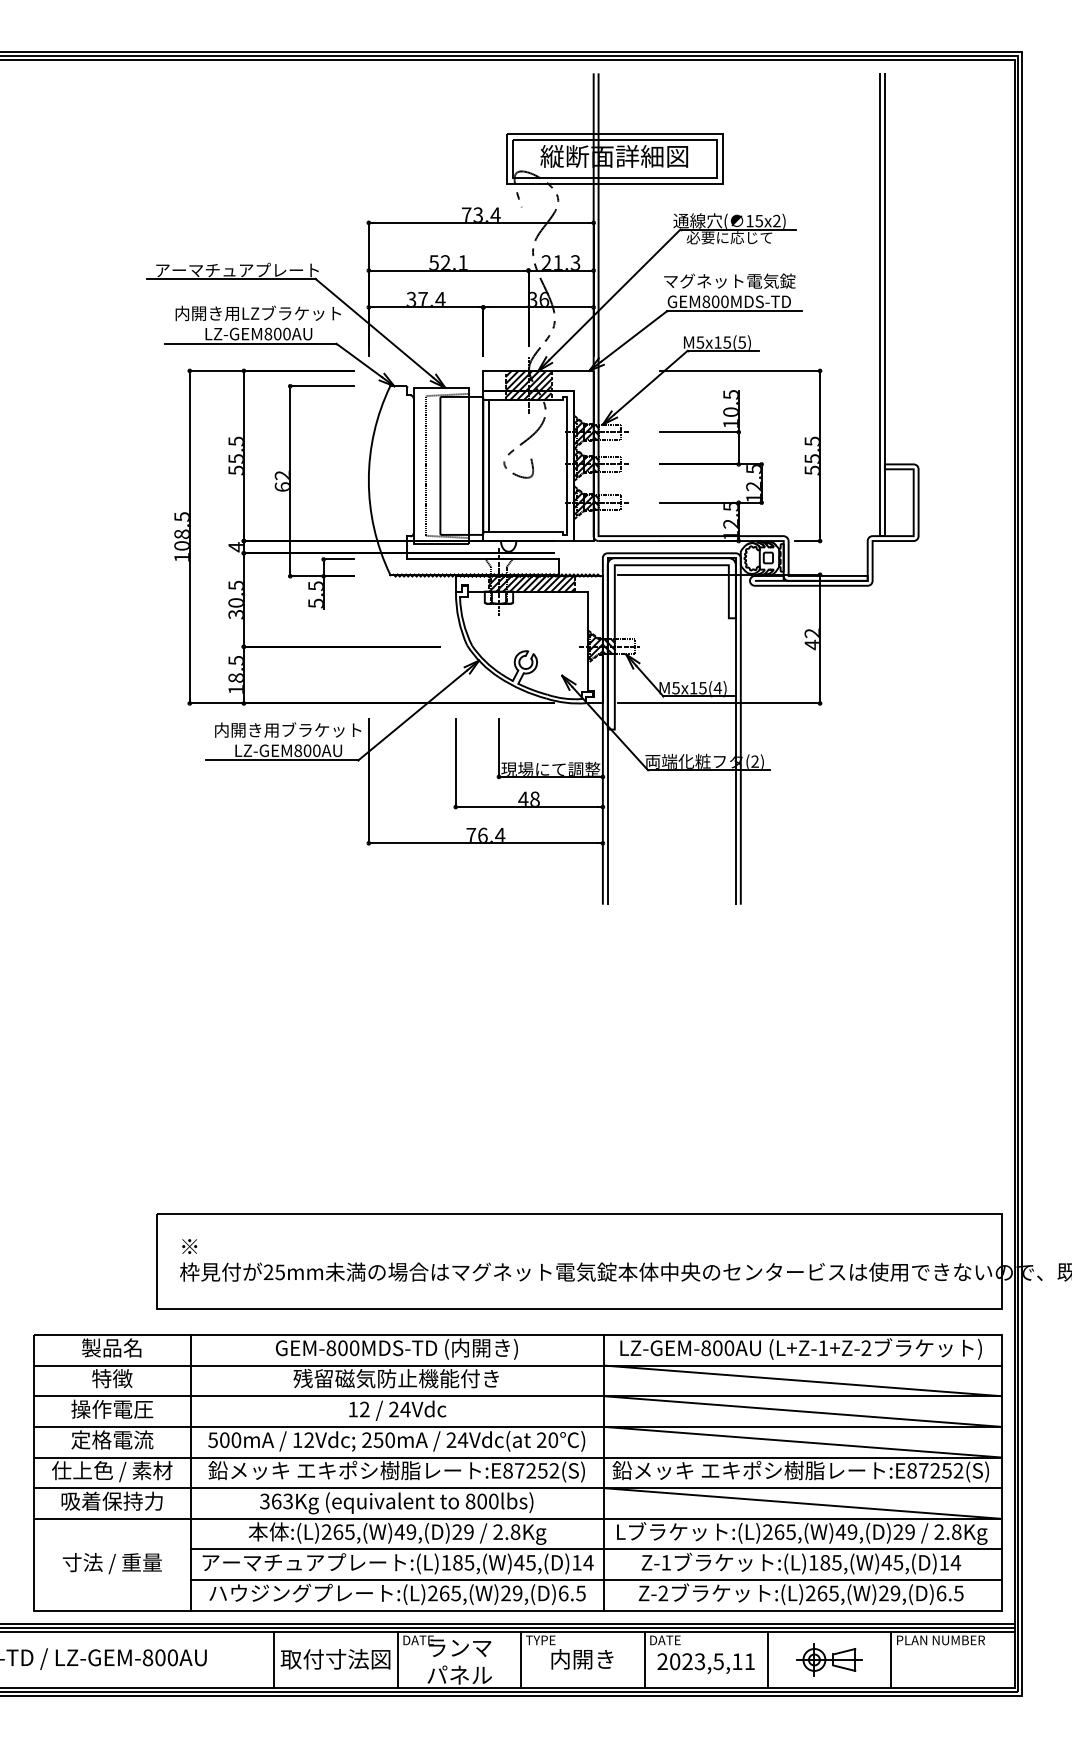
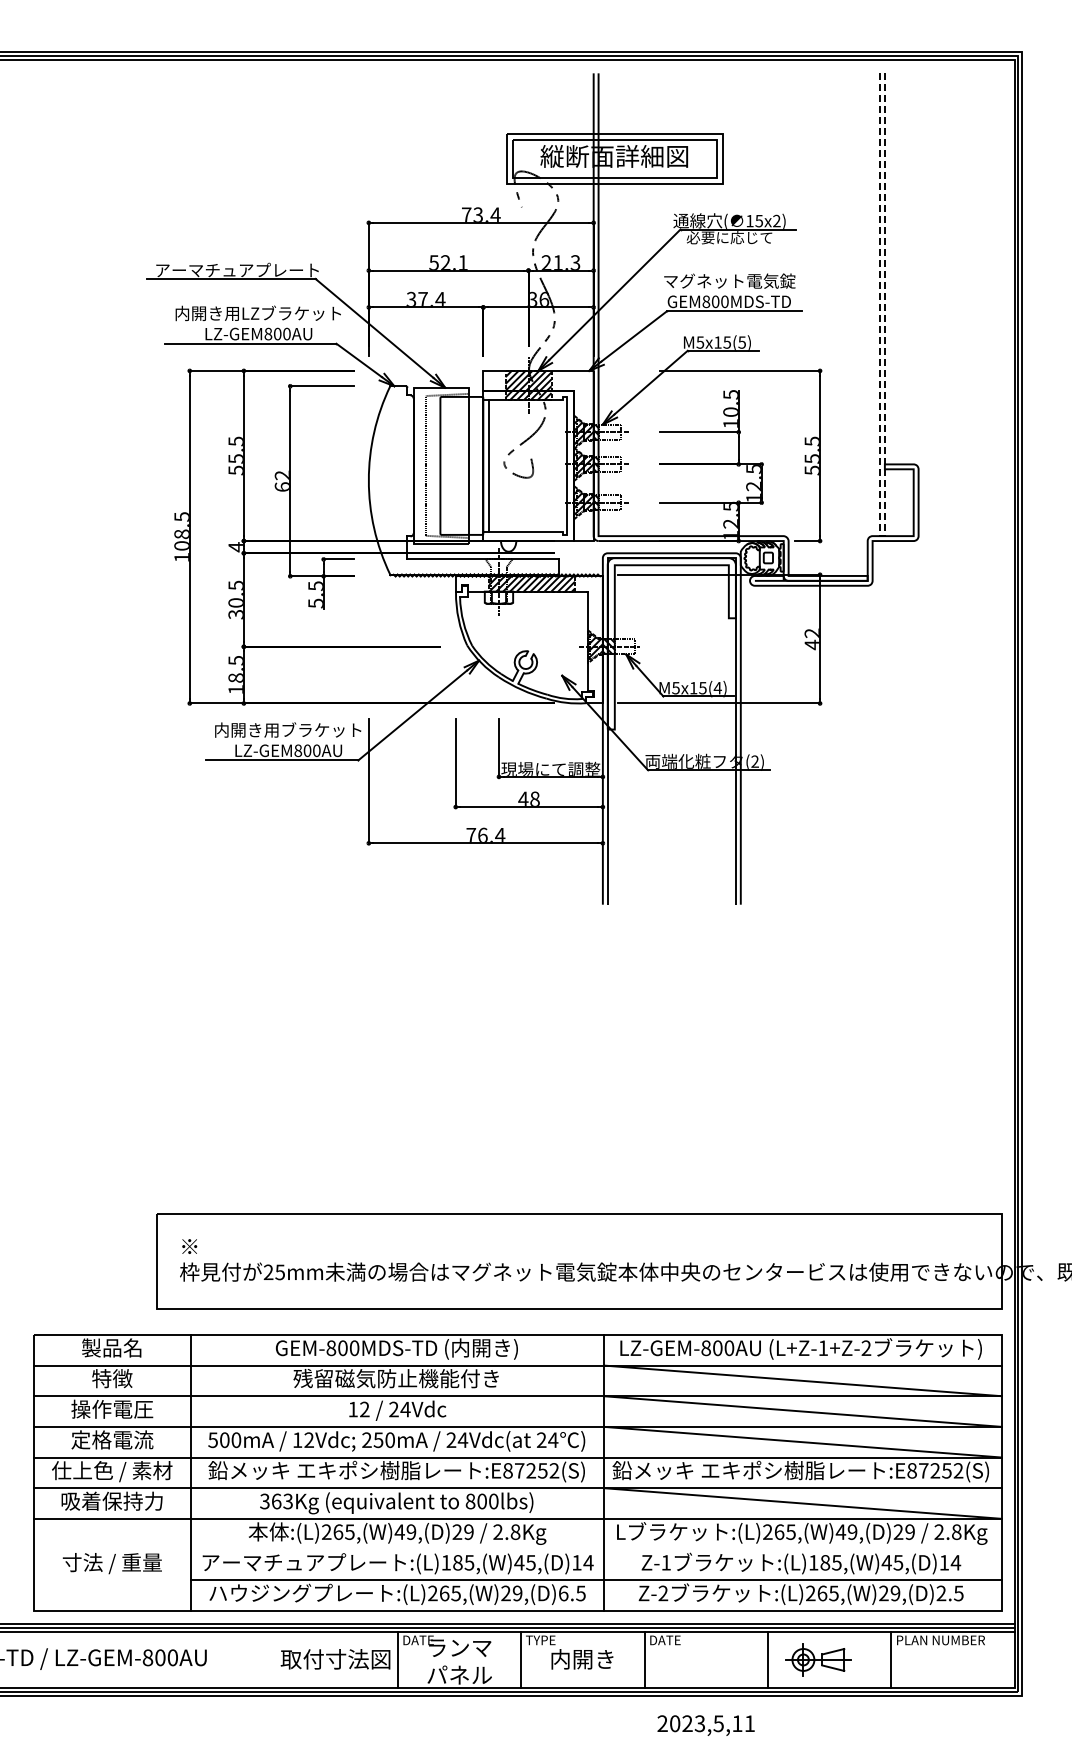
line at (882, 536): solid -> dashed
text at (553, 1440): 20 -> 24
line at (595, 1549): present -> none
text at (941, 1593): :(L)265,(W)29,(D)6.5 -> :(L)265,(W)29,(D)2.5
line at (274, 1659): present -> none
part at (829, 1659) position: (829, 1659) -> (818, 1659)
text at (705, 1663) position: (705, 1663) -> (705, 1725)
